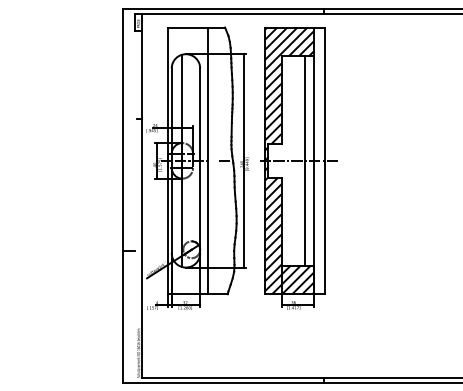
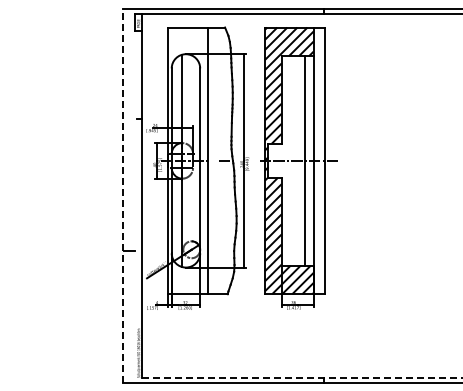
line at (123, 196): solid -> dashed
line at (302, 378): solid -> dashed
